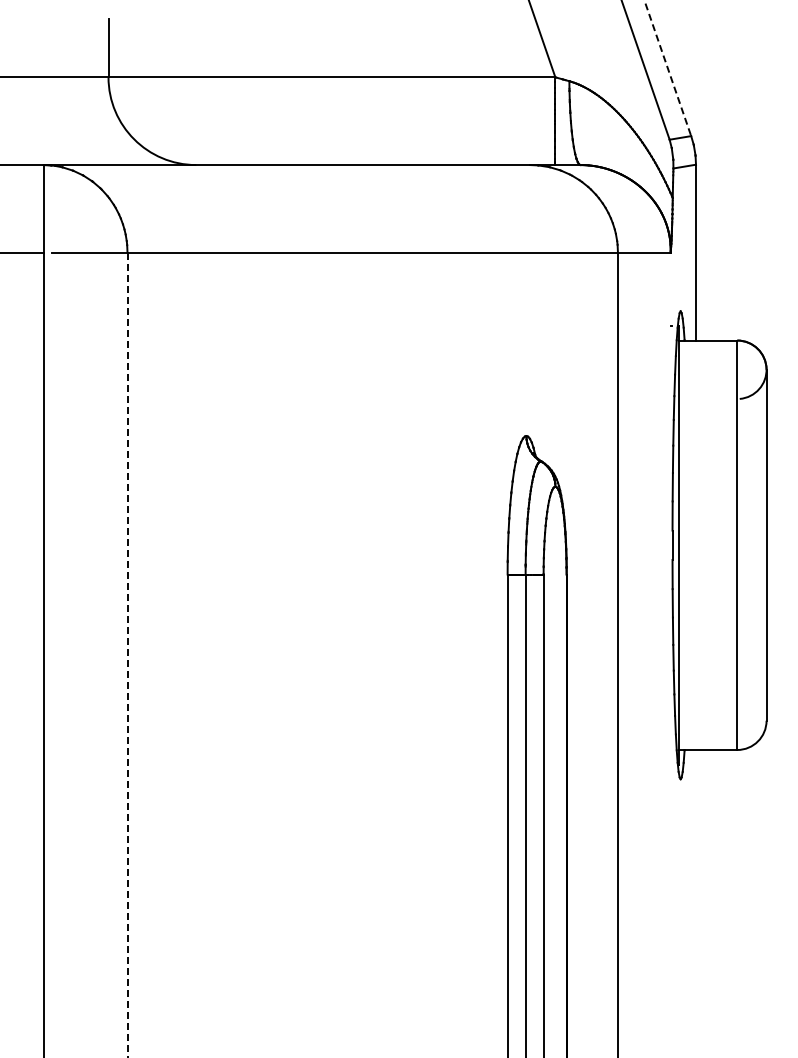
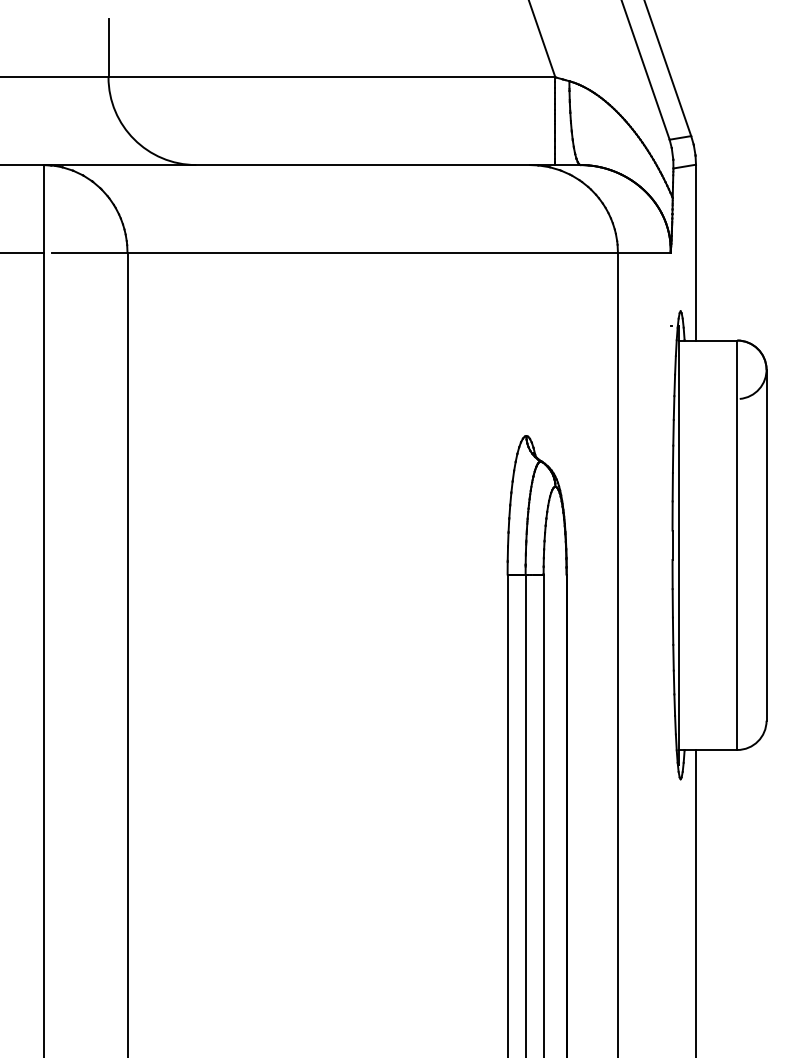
line at (667, 68): dashed -> solid
line at (127, 655): dashed -> solid
line at (696, 902): none -> present
